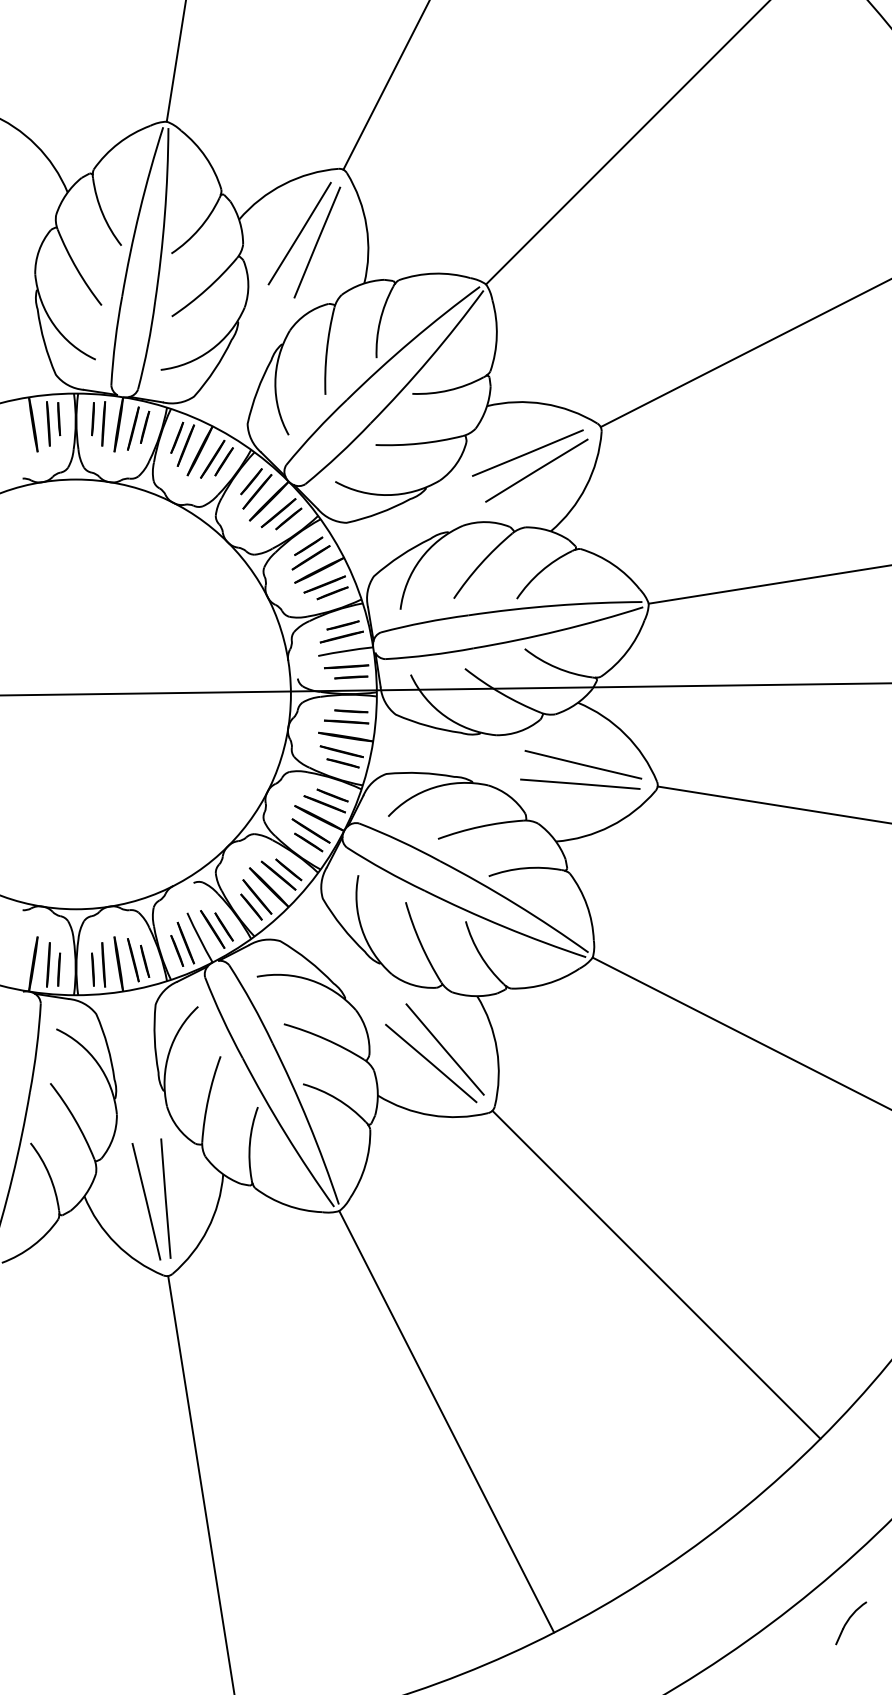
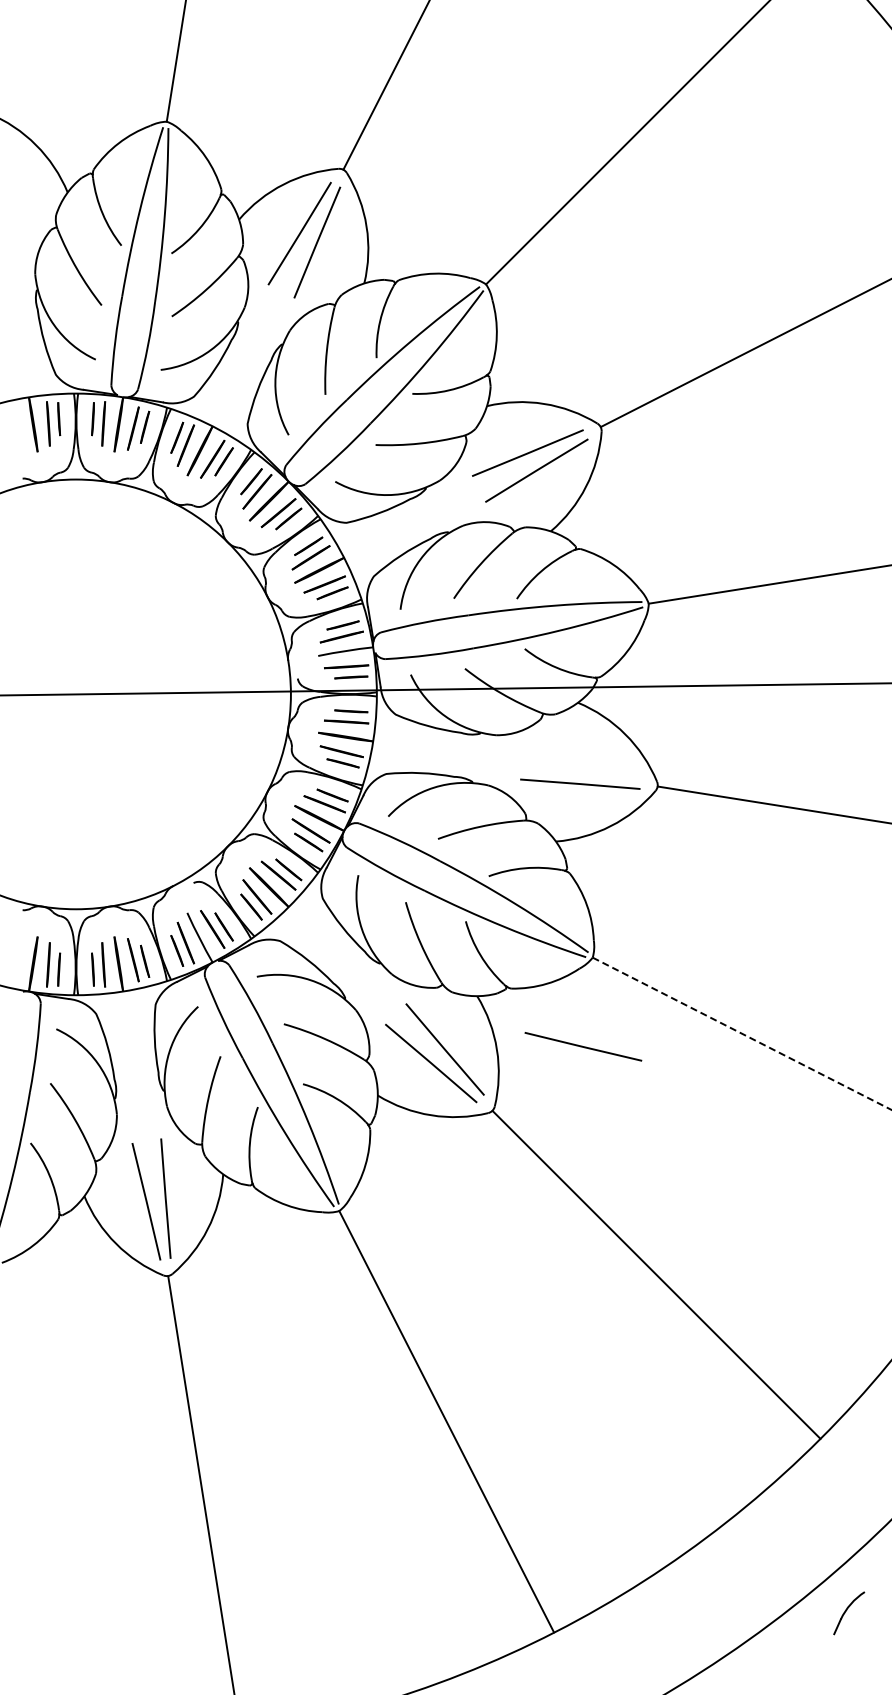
line at (583, 764) position: (583, 764) -> (583, 1046)
line at (742, 1033): solid -> dashed
part at (851, 1623) position: (851, 1623) -> (849, 1613)
